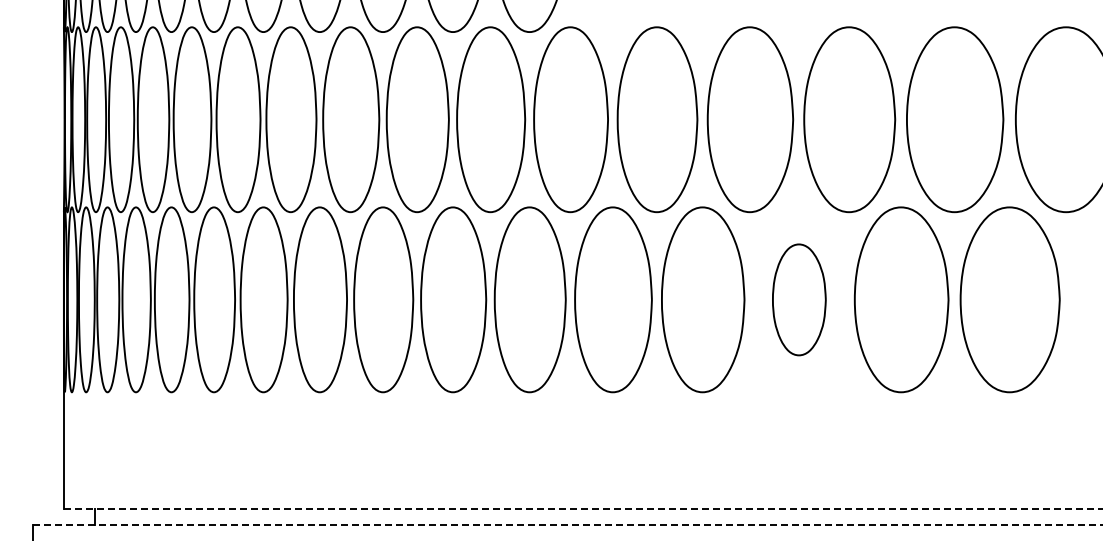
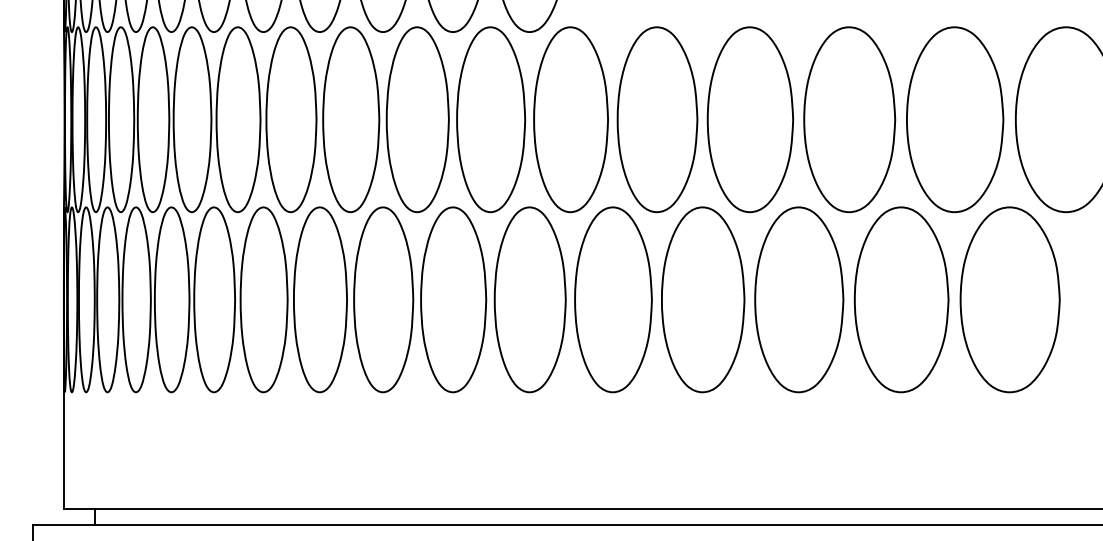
part at (799, 299) size: 55x114 px -> 91x188 px
line at (583, 509): dashed -> solid
line at (567, 524): dashed -> solid
